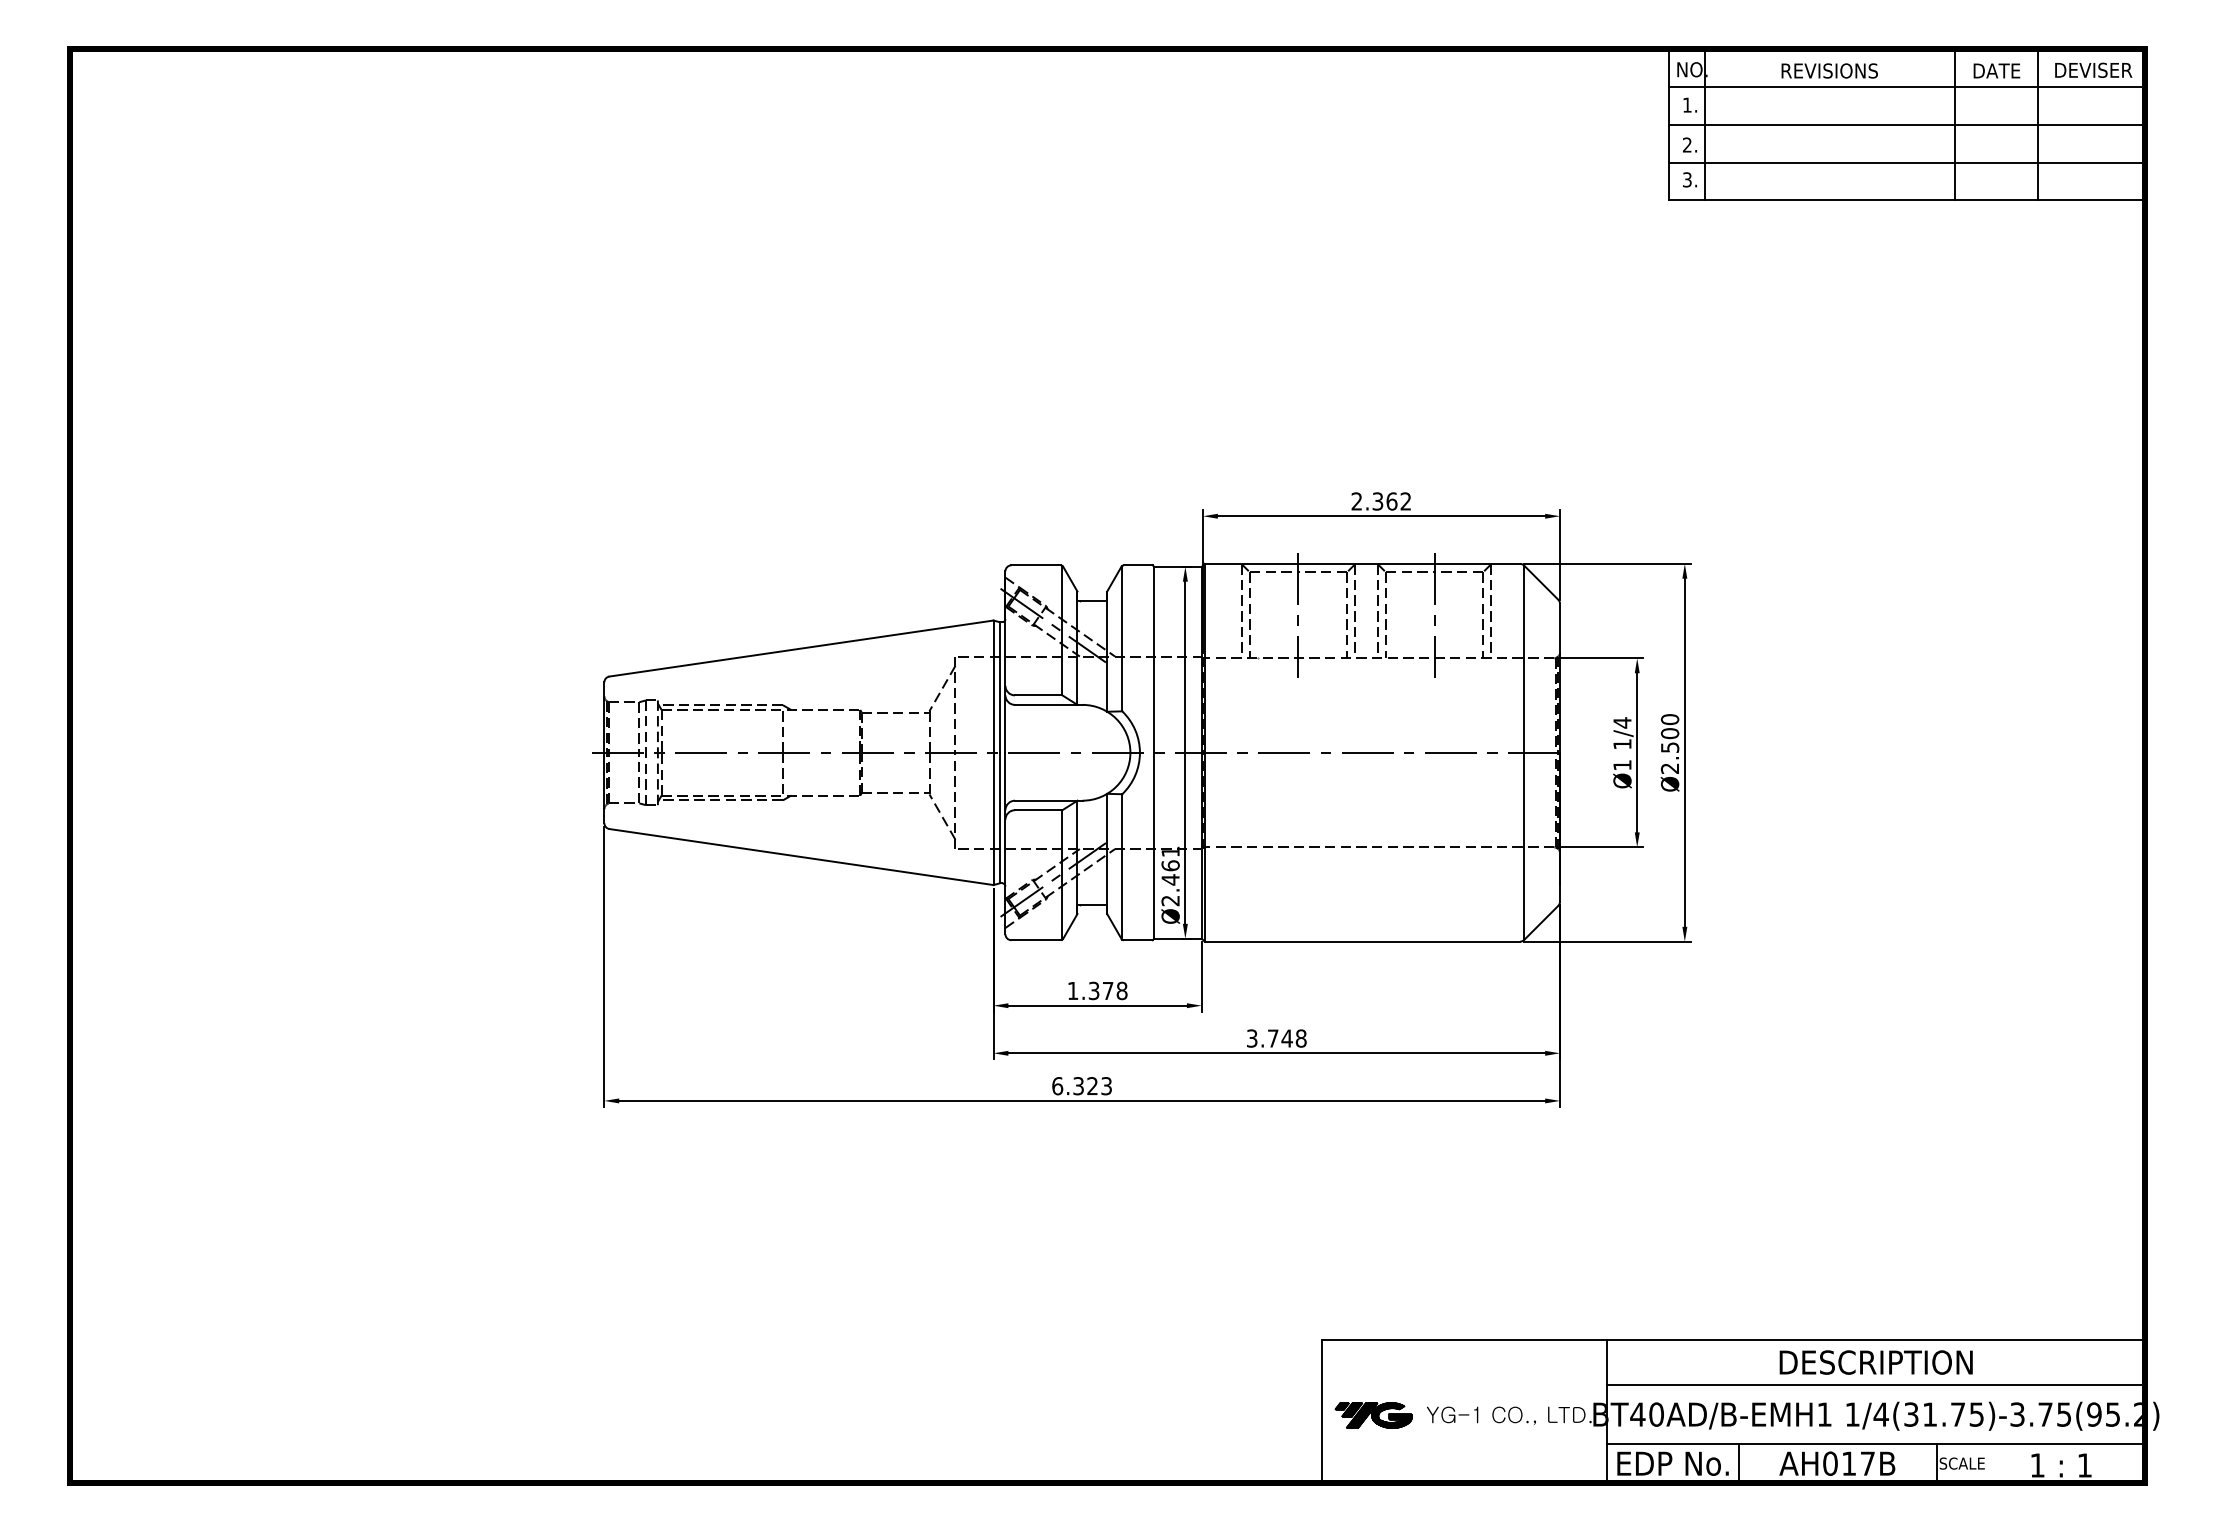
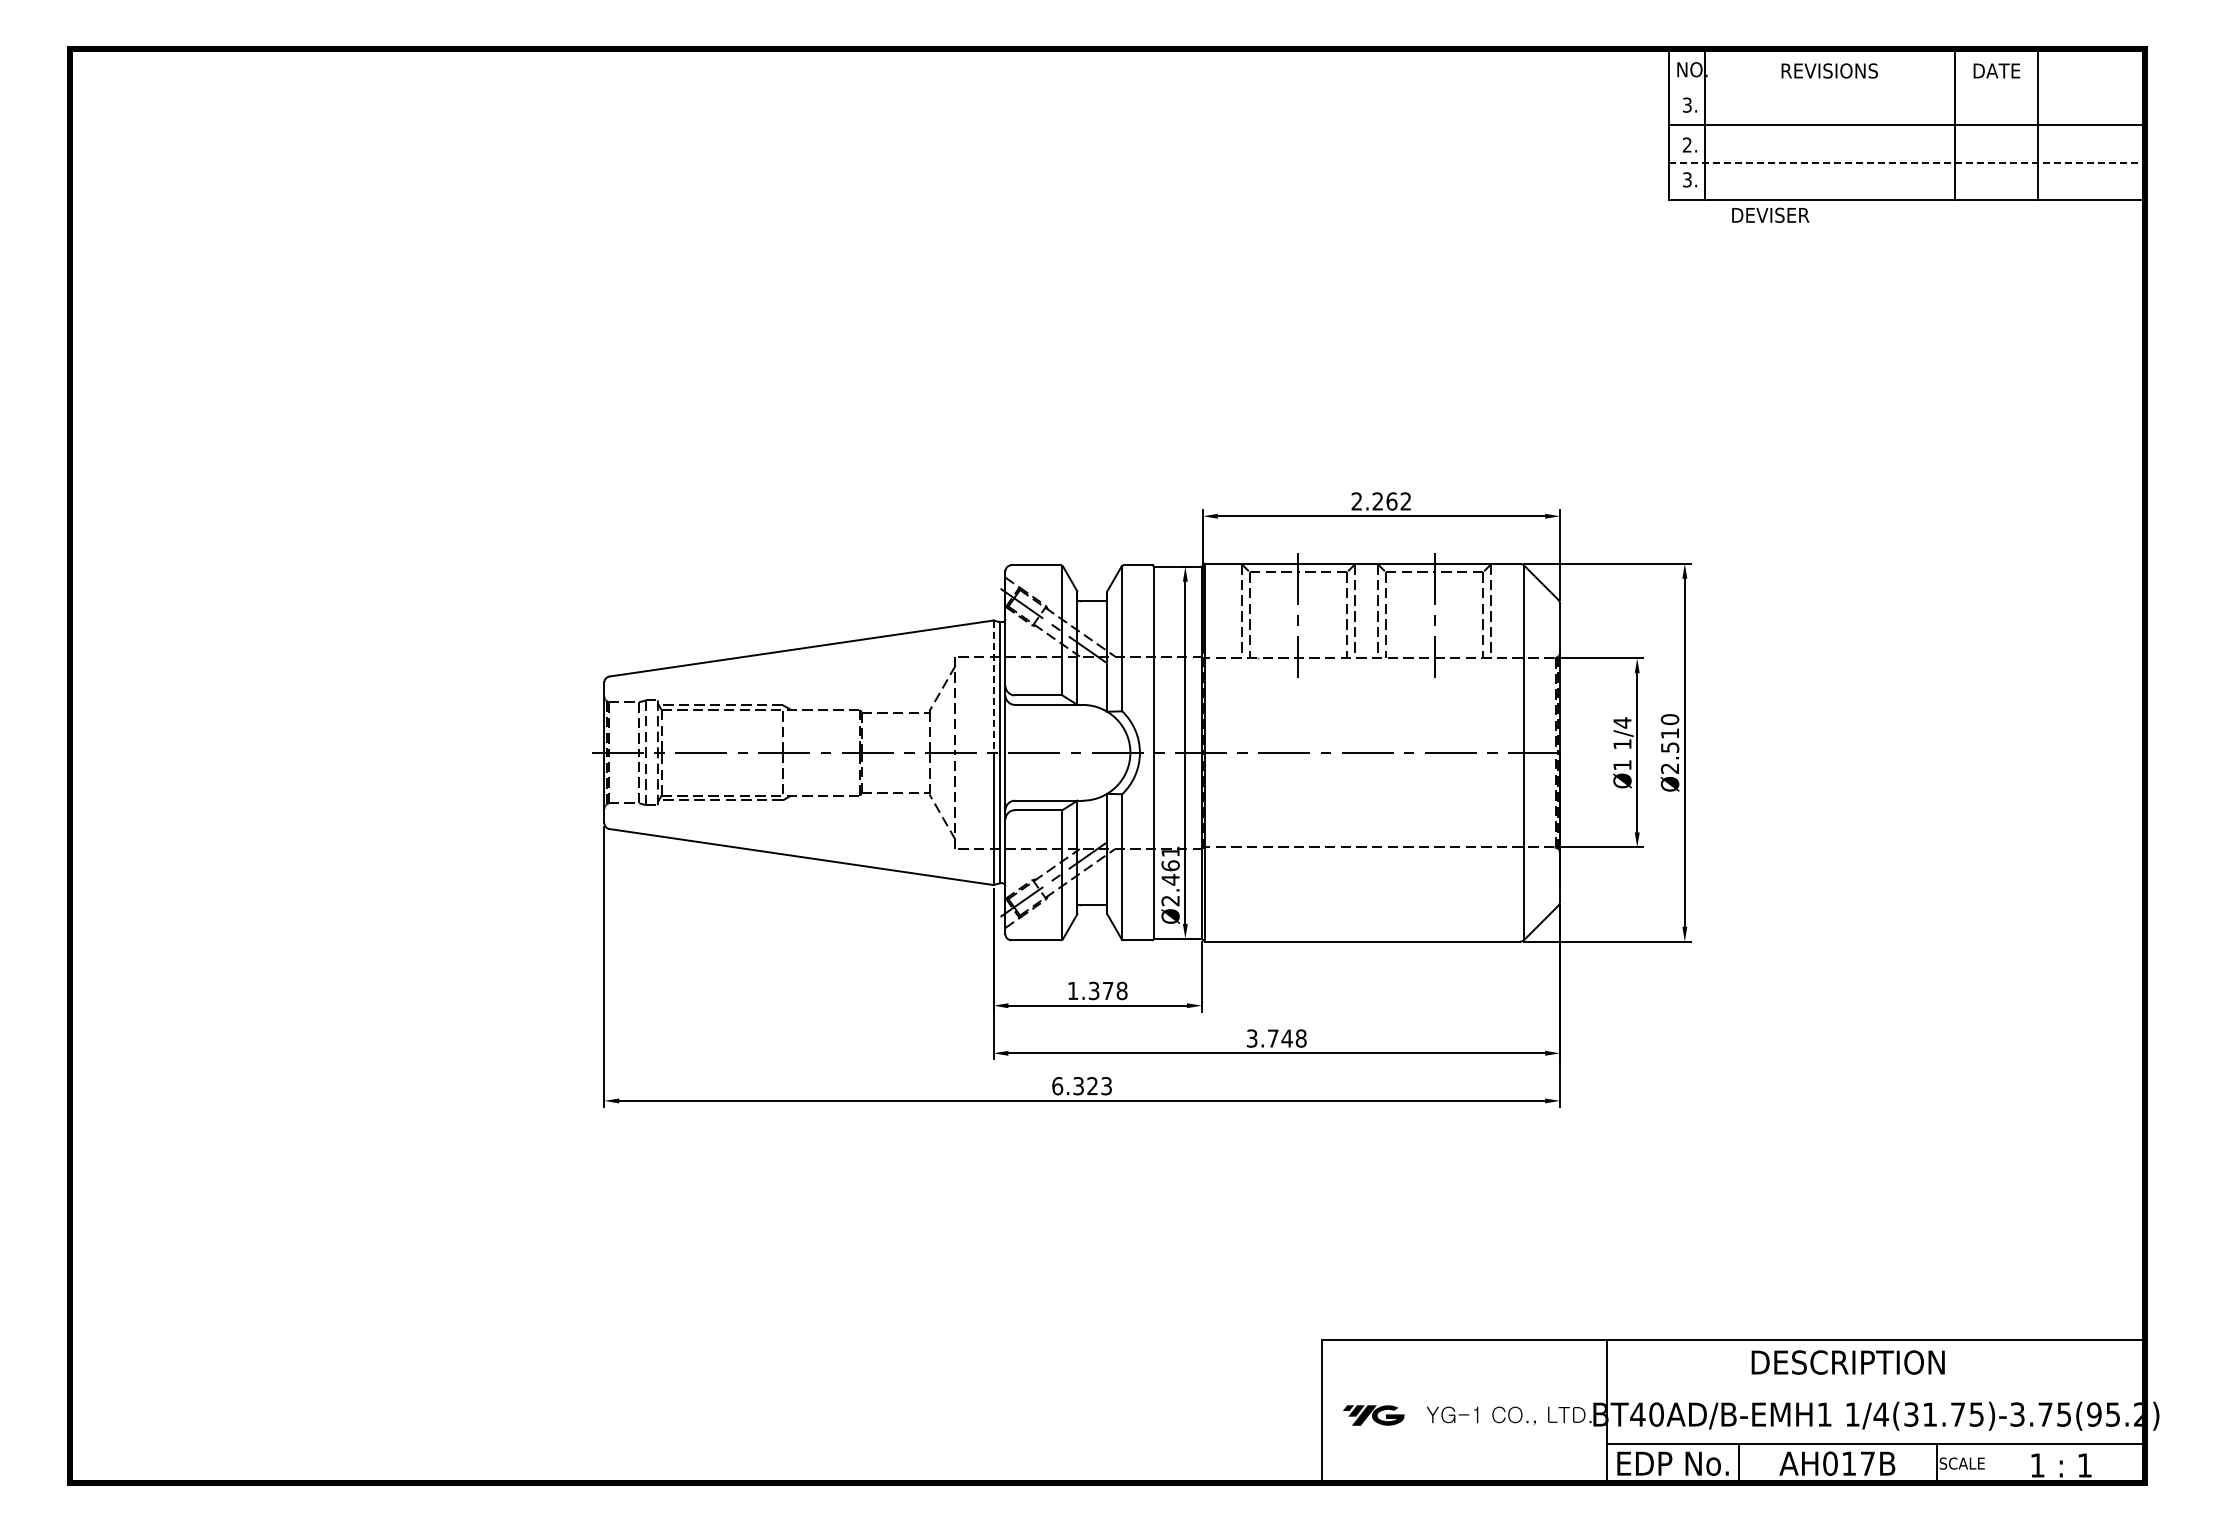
text at (2093, 69) position: (2093, 69) -> (1770, 214)
line at (1907, 87): present -> none
text at (1687, 104): 1. -> 3.
line at (1907, 163): solid -> dashed
text at (1377, 501): 2.362 -> 2.262
line at (993, 687): solid -> dashed
text at (1669, 733): Ø2.500 -> Ø2.510
text at (1875, 1362) position: (1875, 1362) -> (1847, 1362)
line at (1876, 1384): present -> none
part at (1373, 1415) size: 79x27 px -> 62x21 px
